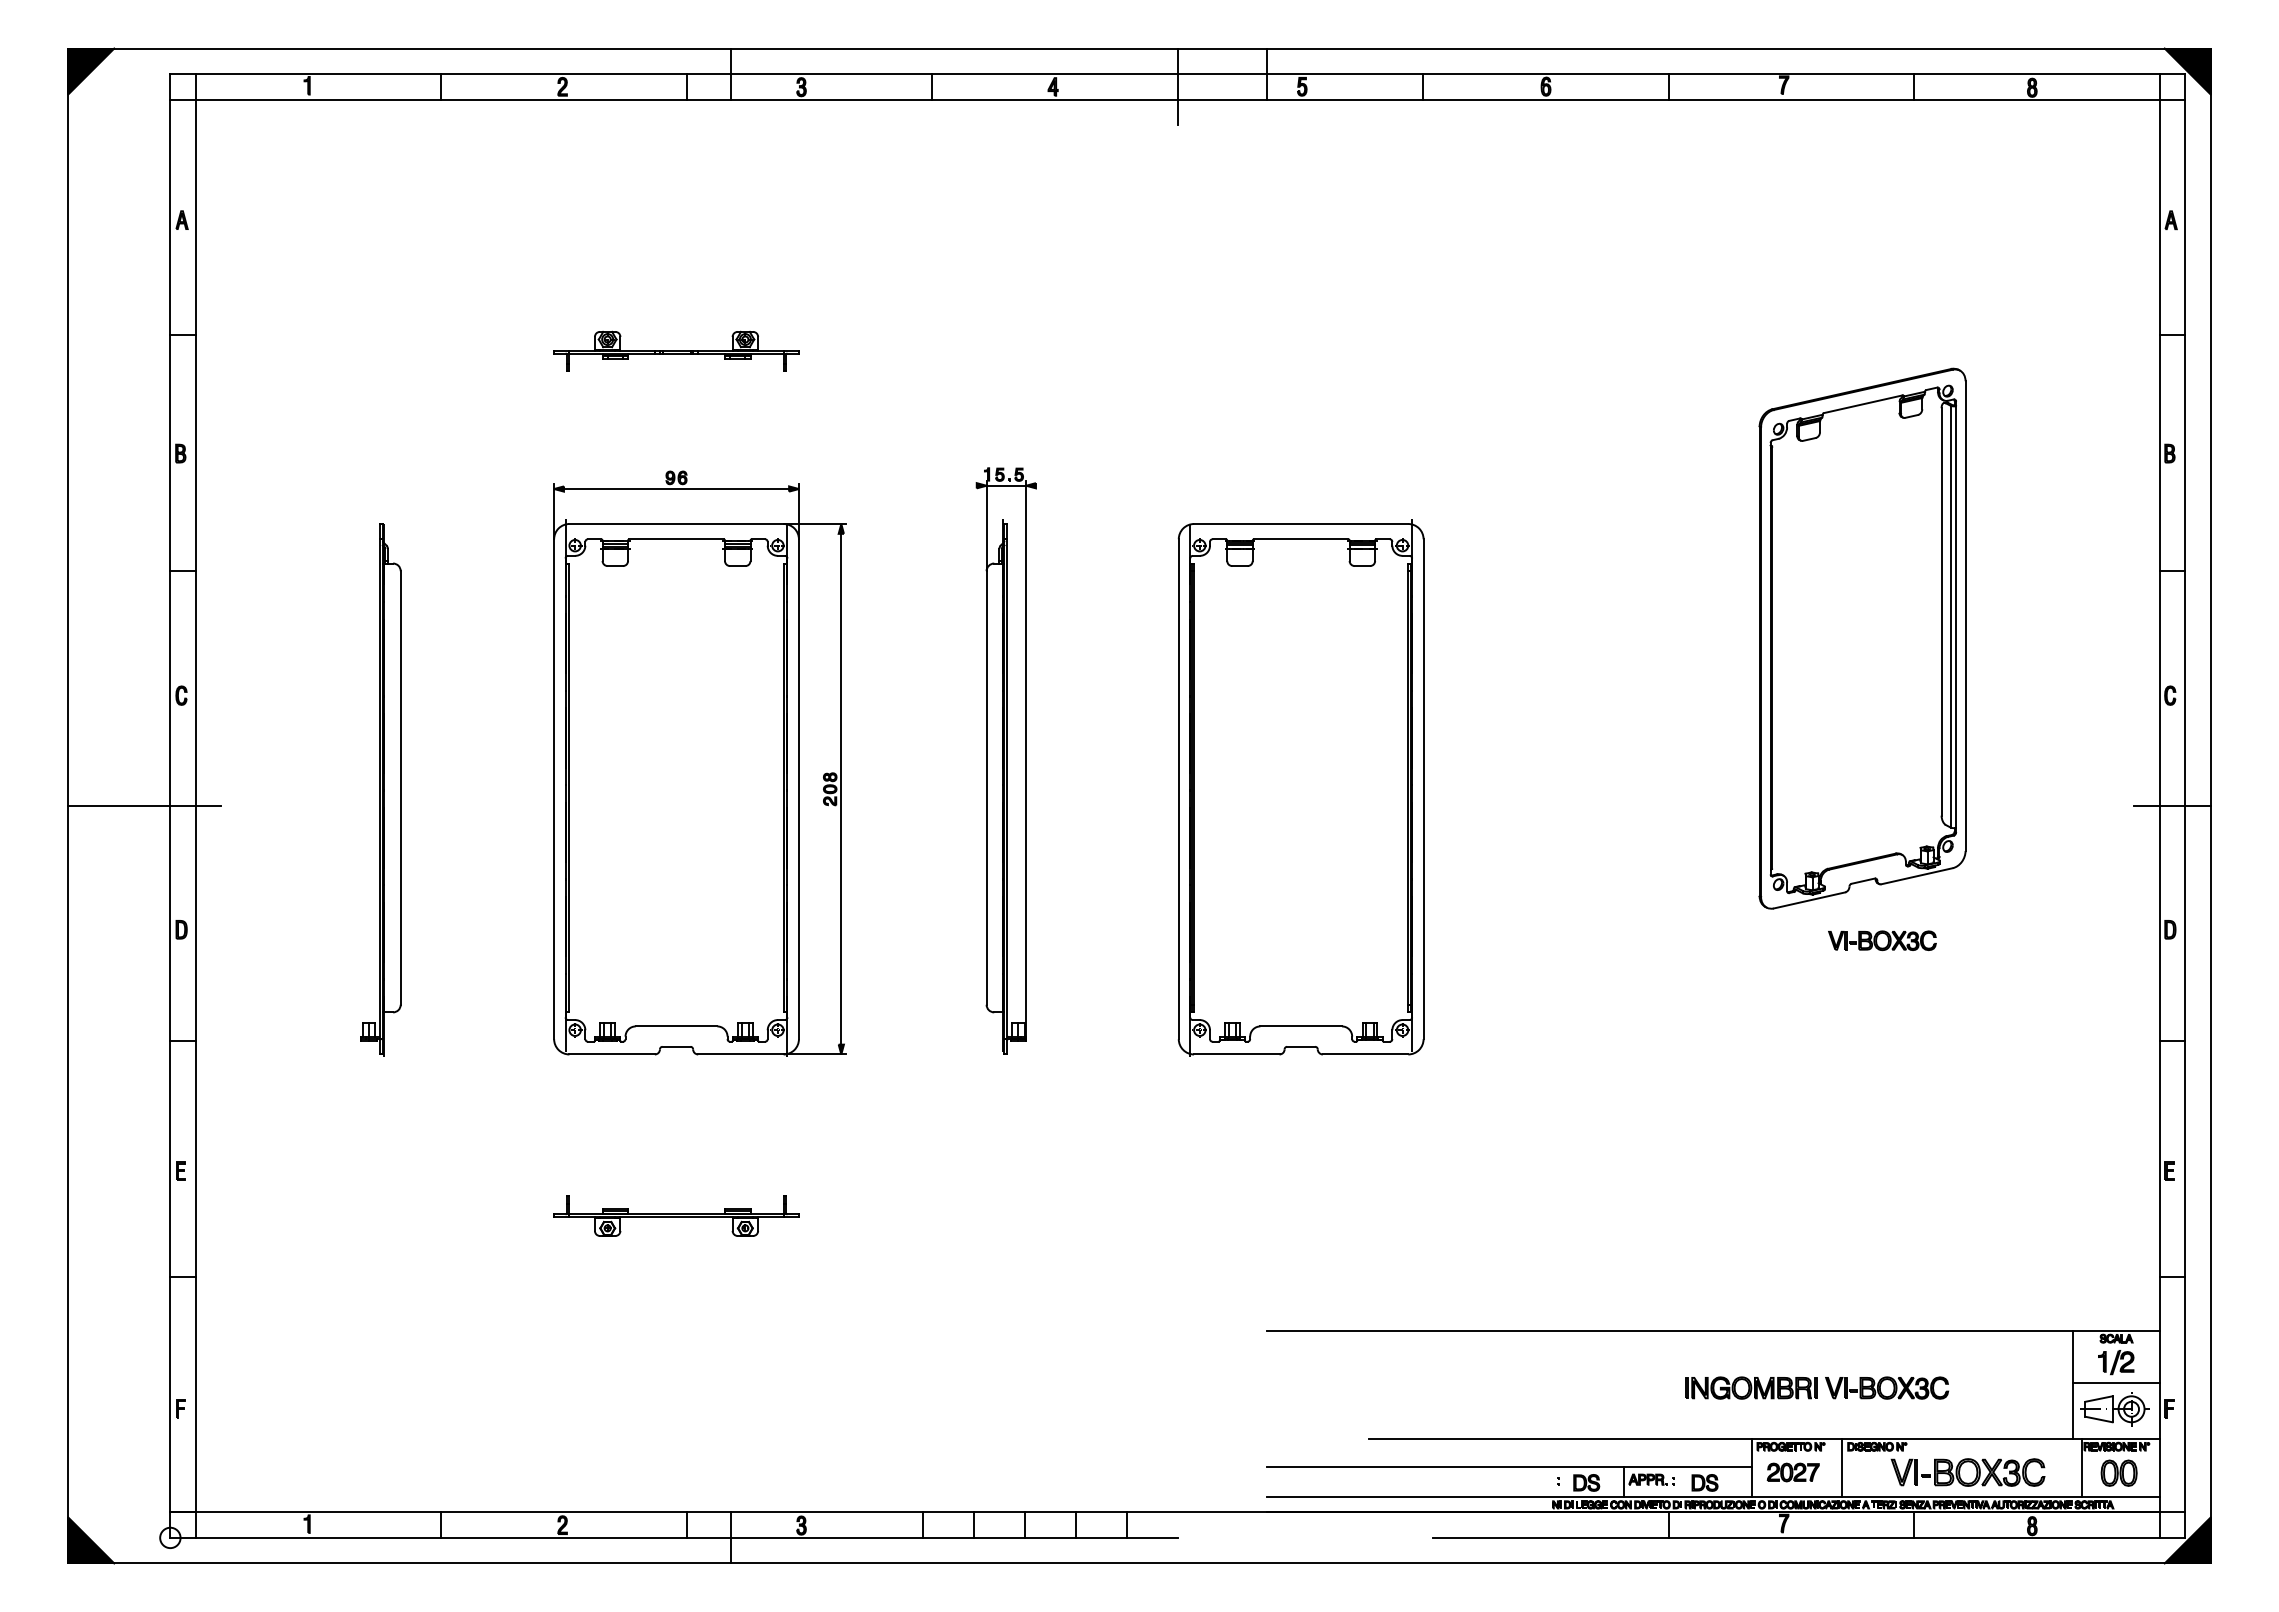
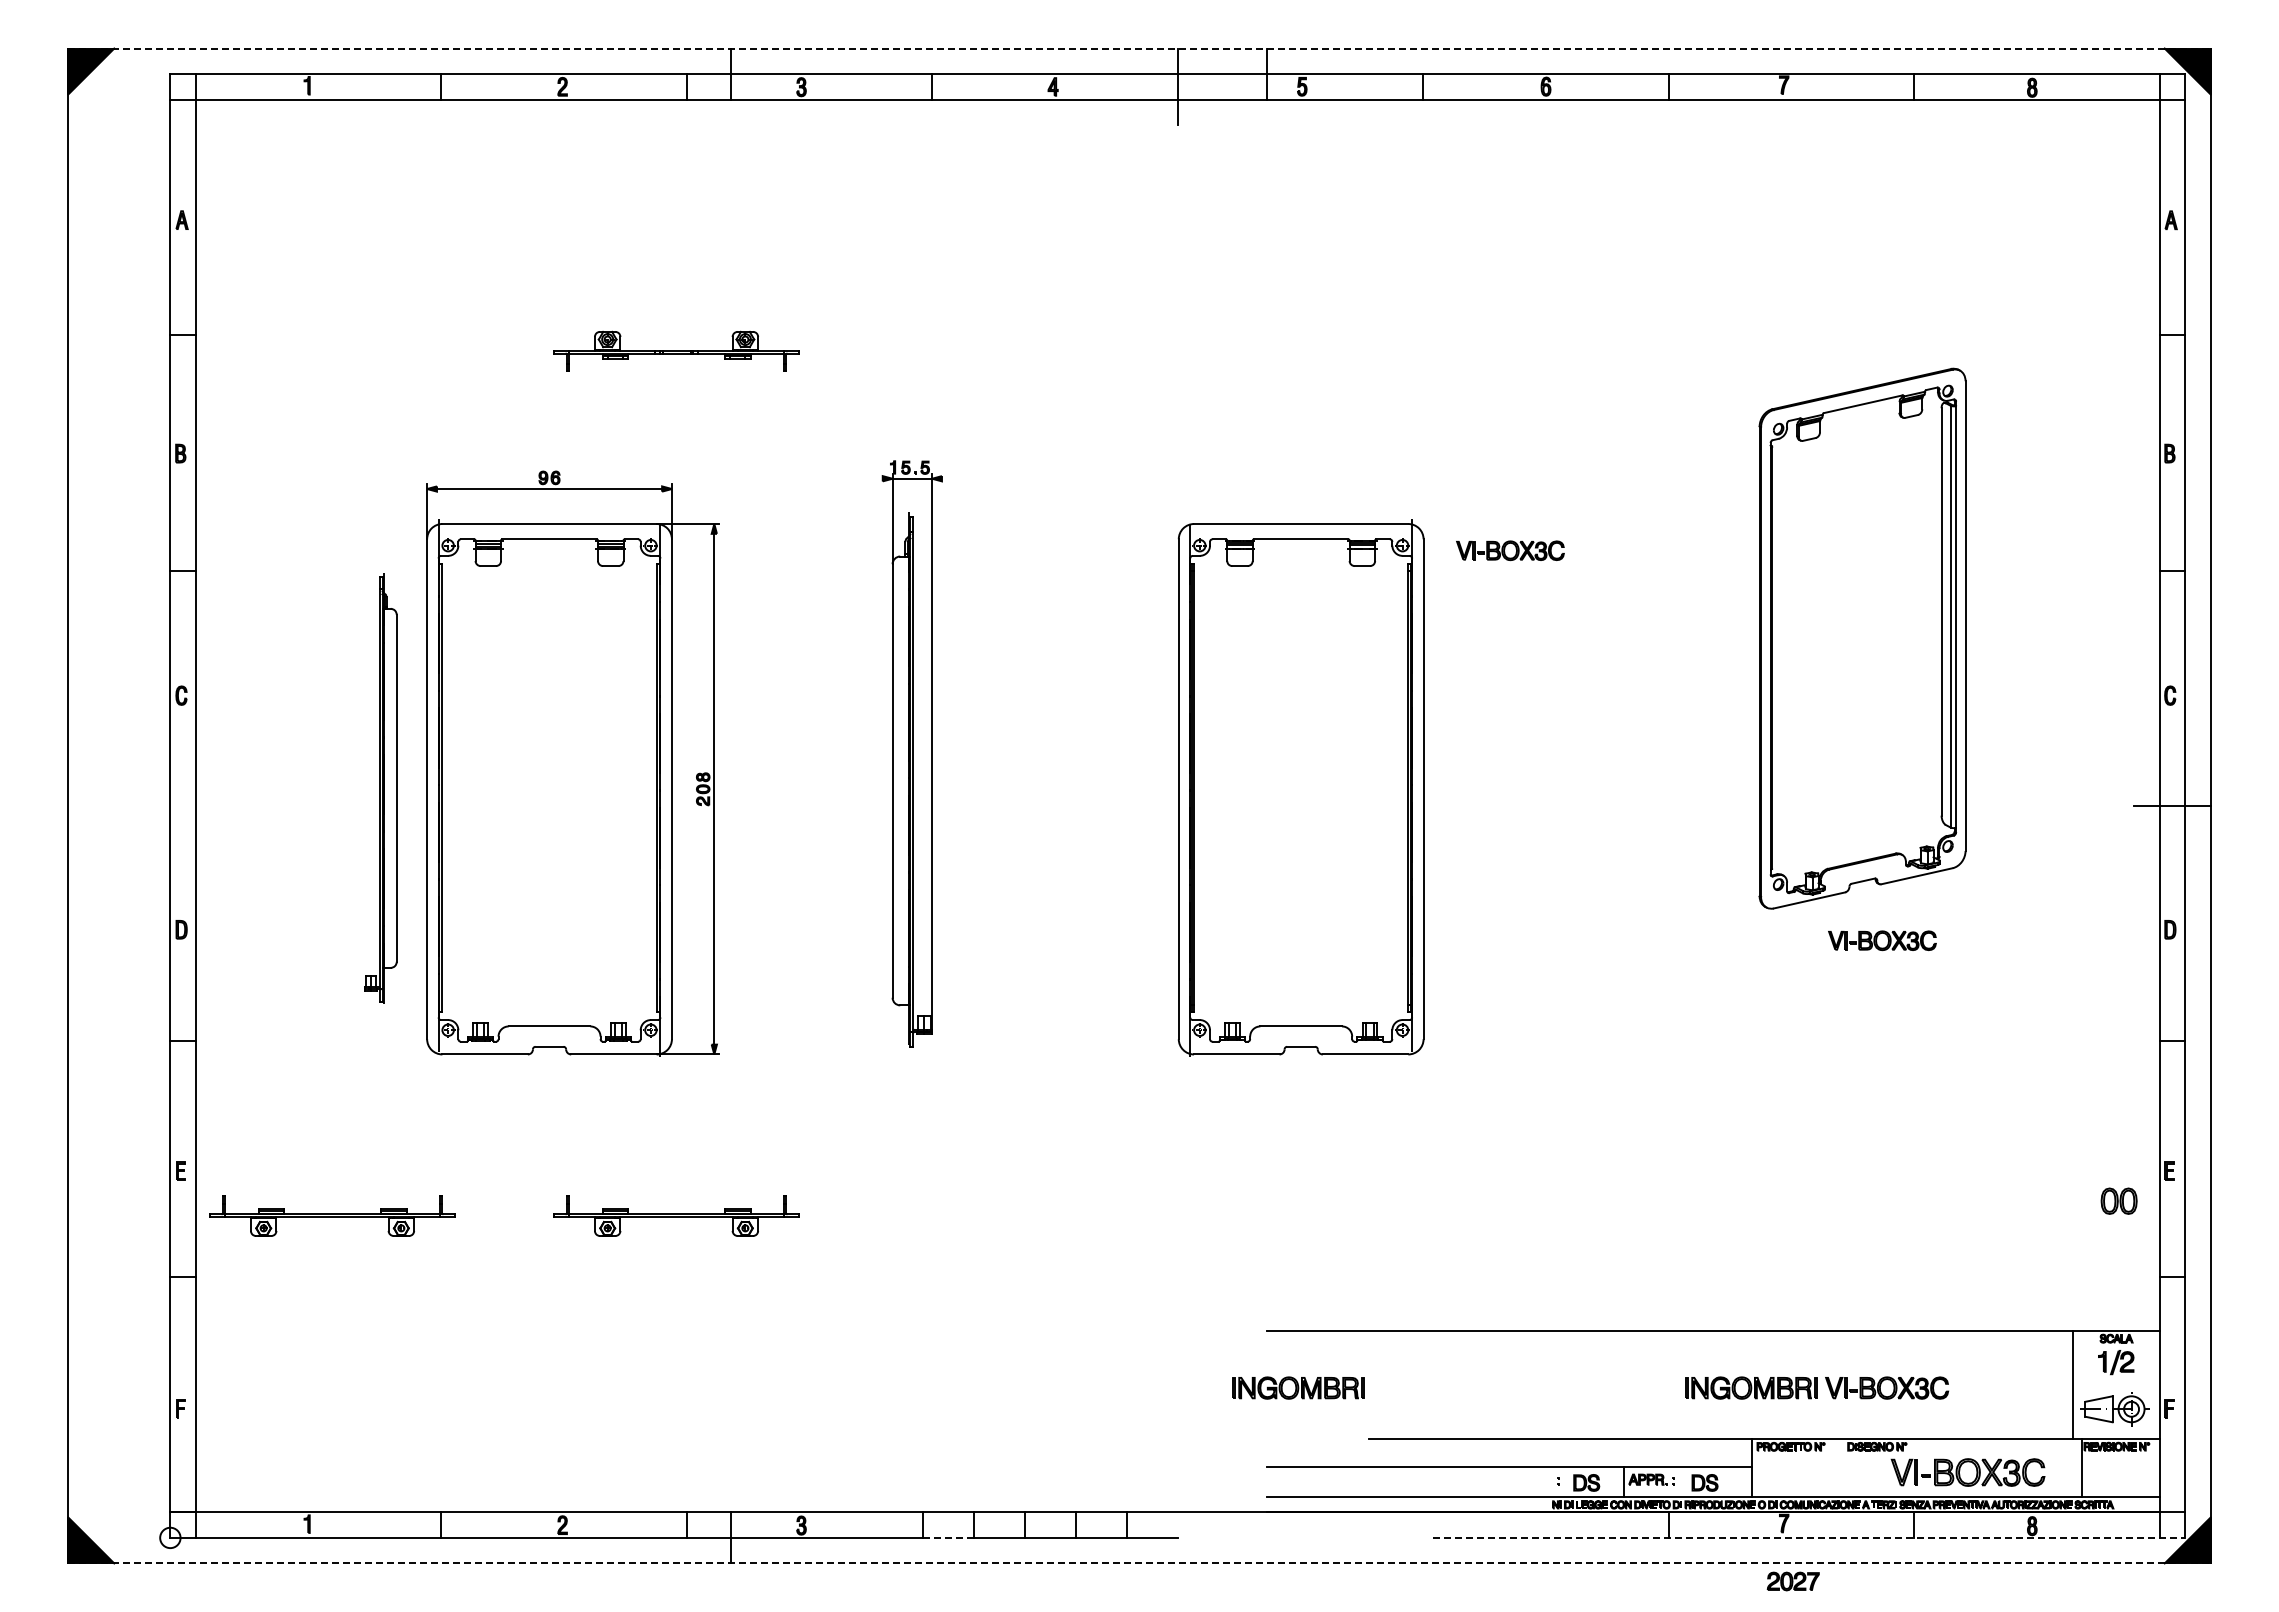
line at (1139, 48): solid -> dashed
part at (1510, 550): none -> present
part at (1005, 760) position: (1005, 760) -> (911, 753)
part at (699, 763) position: (699, 763) -> (572, 763)
part at (380, 789) size: 42x534 px -> 34x431 px
line at (144, 806): present -> none
part at (332, 1215): none -> present
line at (2115, 1382): present -> none
part at (1298, 1387): none -> present
line at (1842, 1468): present -> none
part at (1792, 1472) position: (1792, 1472) -> (1792, 1581)
part at (2118, 1472) position: (2118, 1472) -> (2118, 1200)
line at (948, 1537): solid -> dashed
line at (1809, 1537): solid -> dashed
line at (1139, 1563): solid -> dashed
